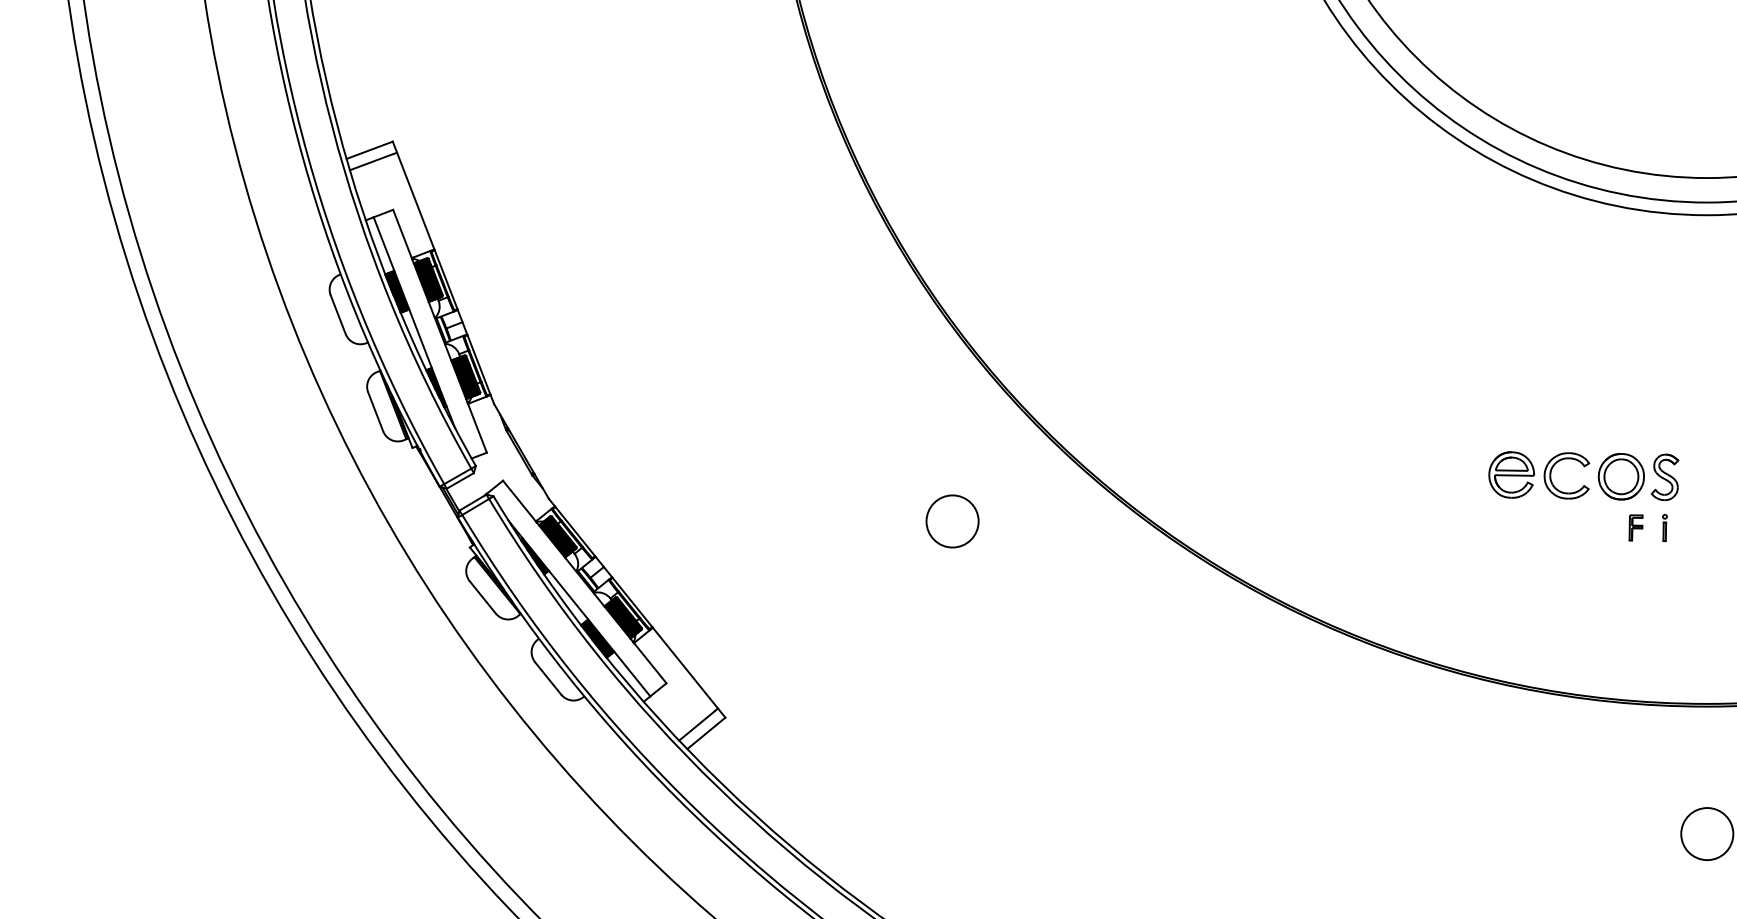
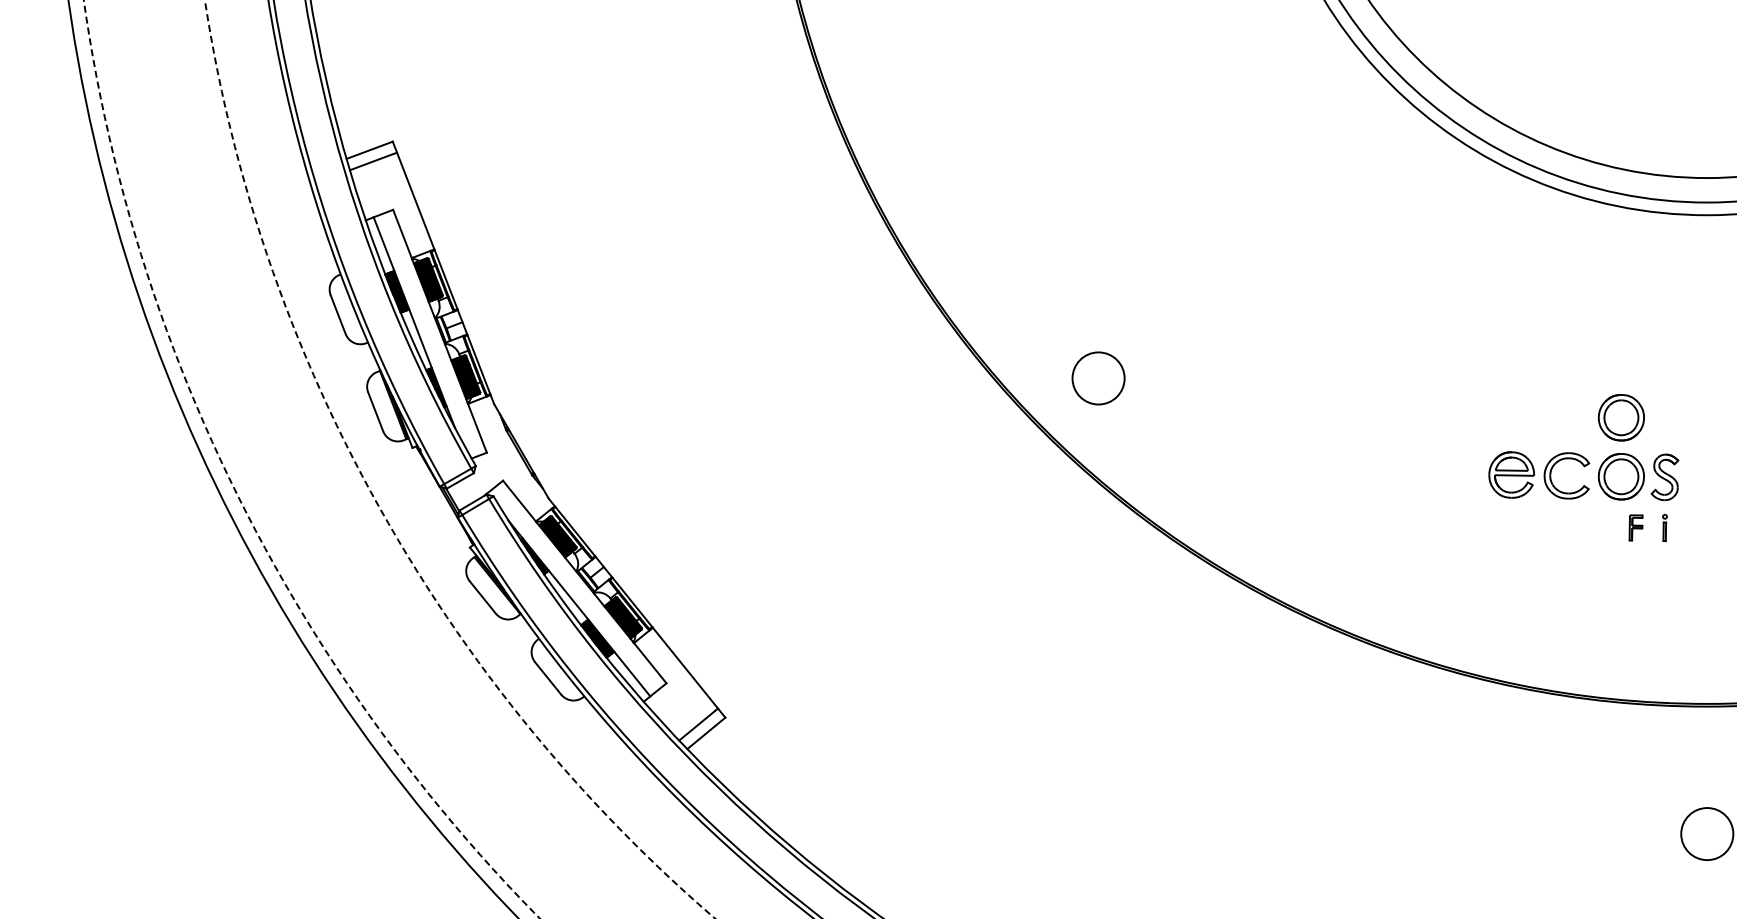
part at (1620, 417): none -> present
circle at (312, 459): solid -> dashed
circle at (459, 459): solid -> dashed
circle at (952, 521) position: (952, 521) -> (1098, 378)
